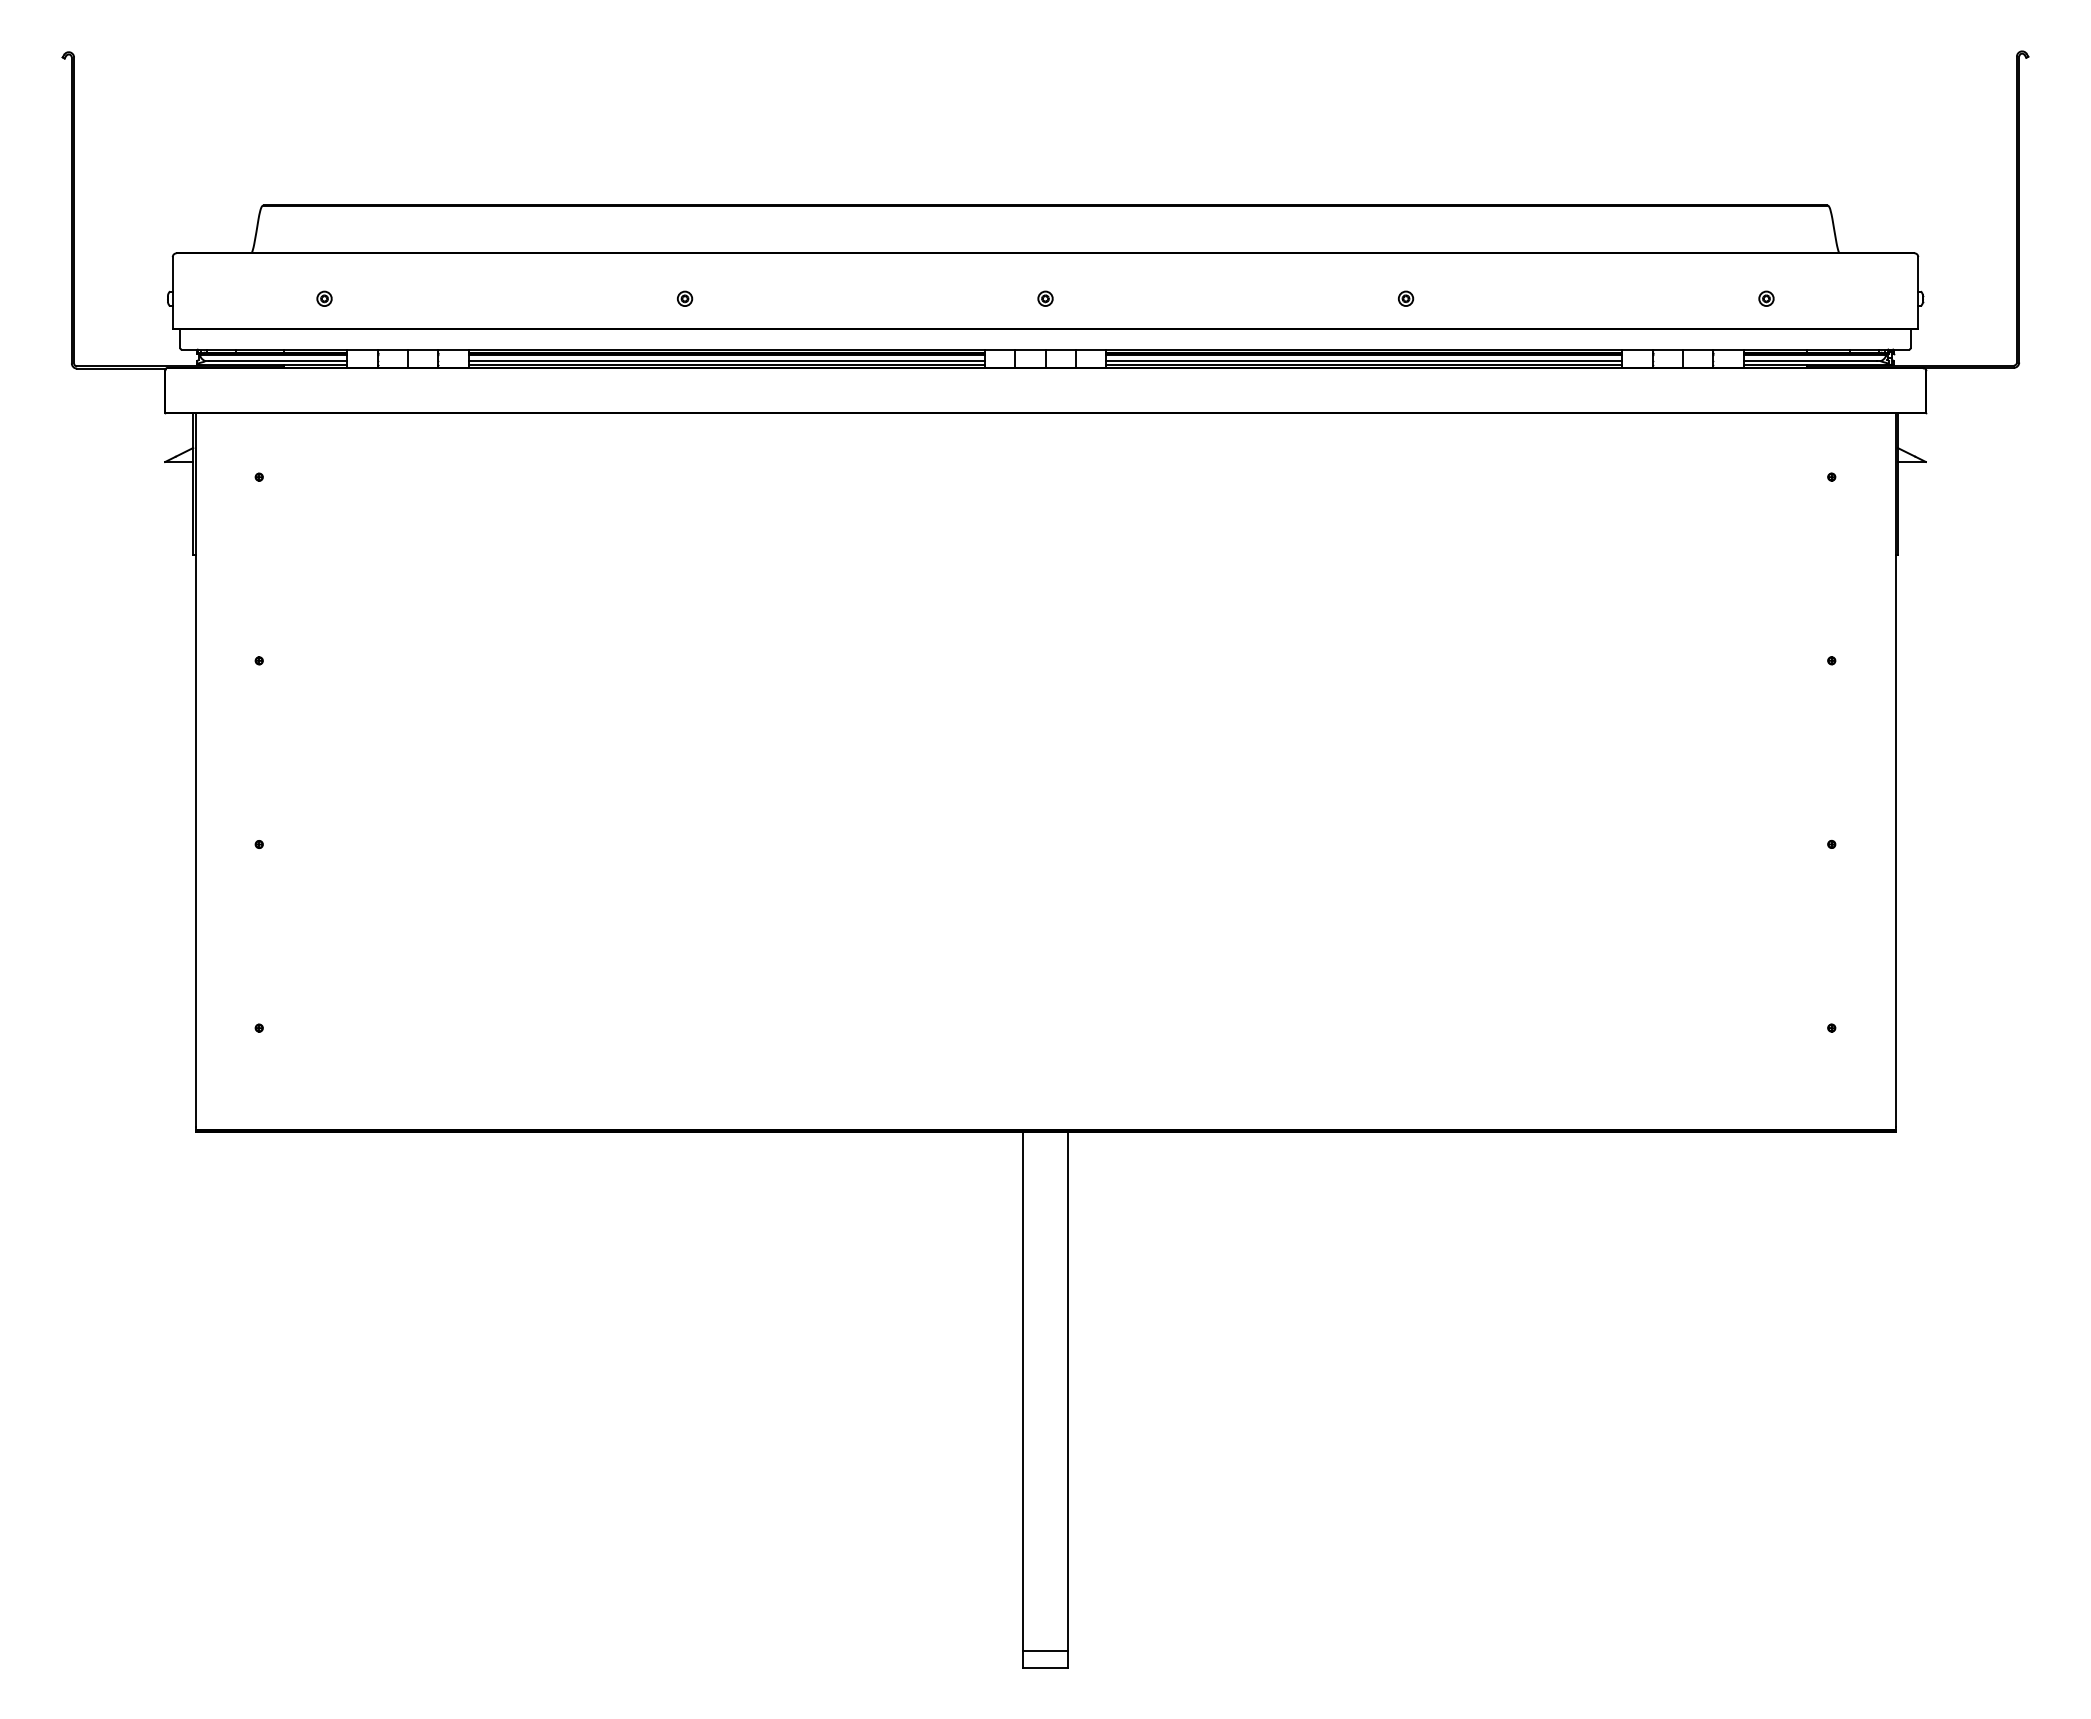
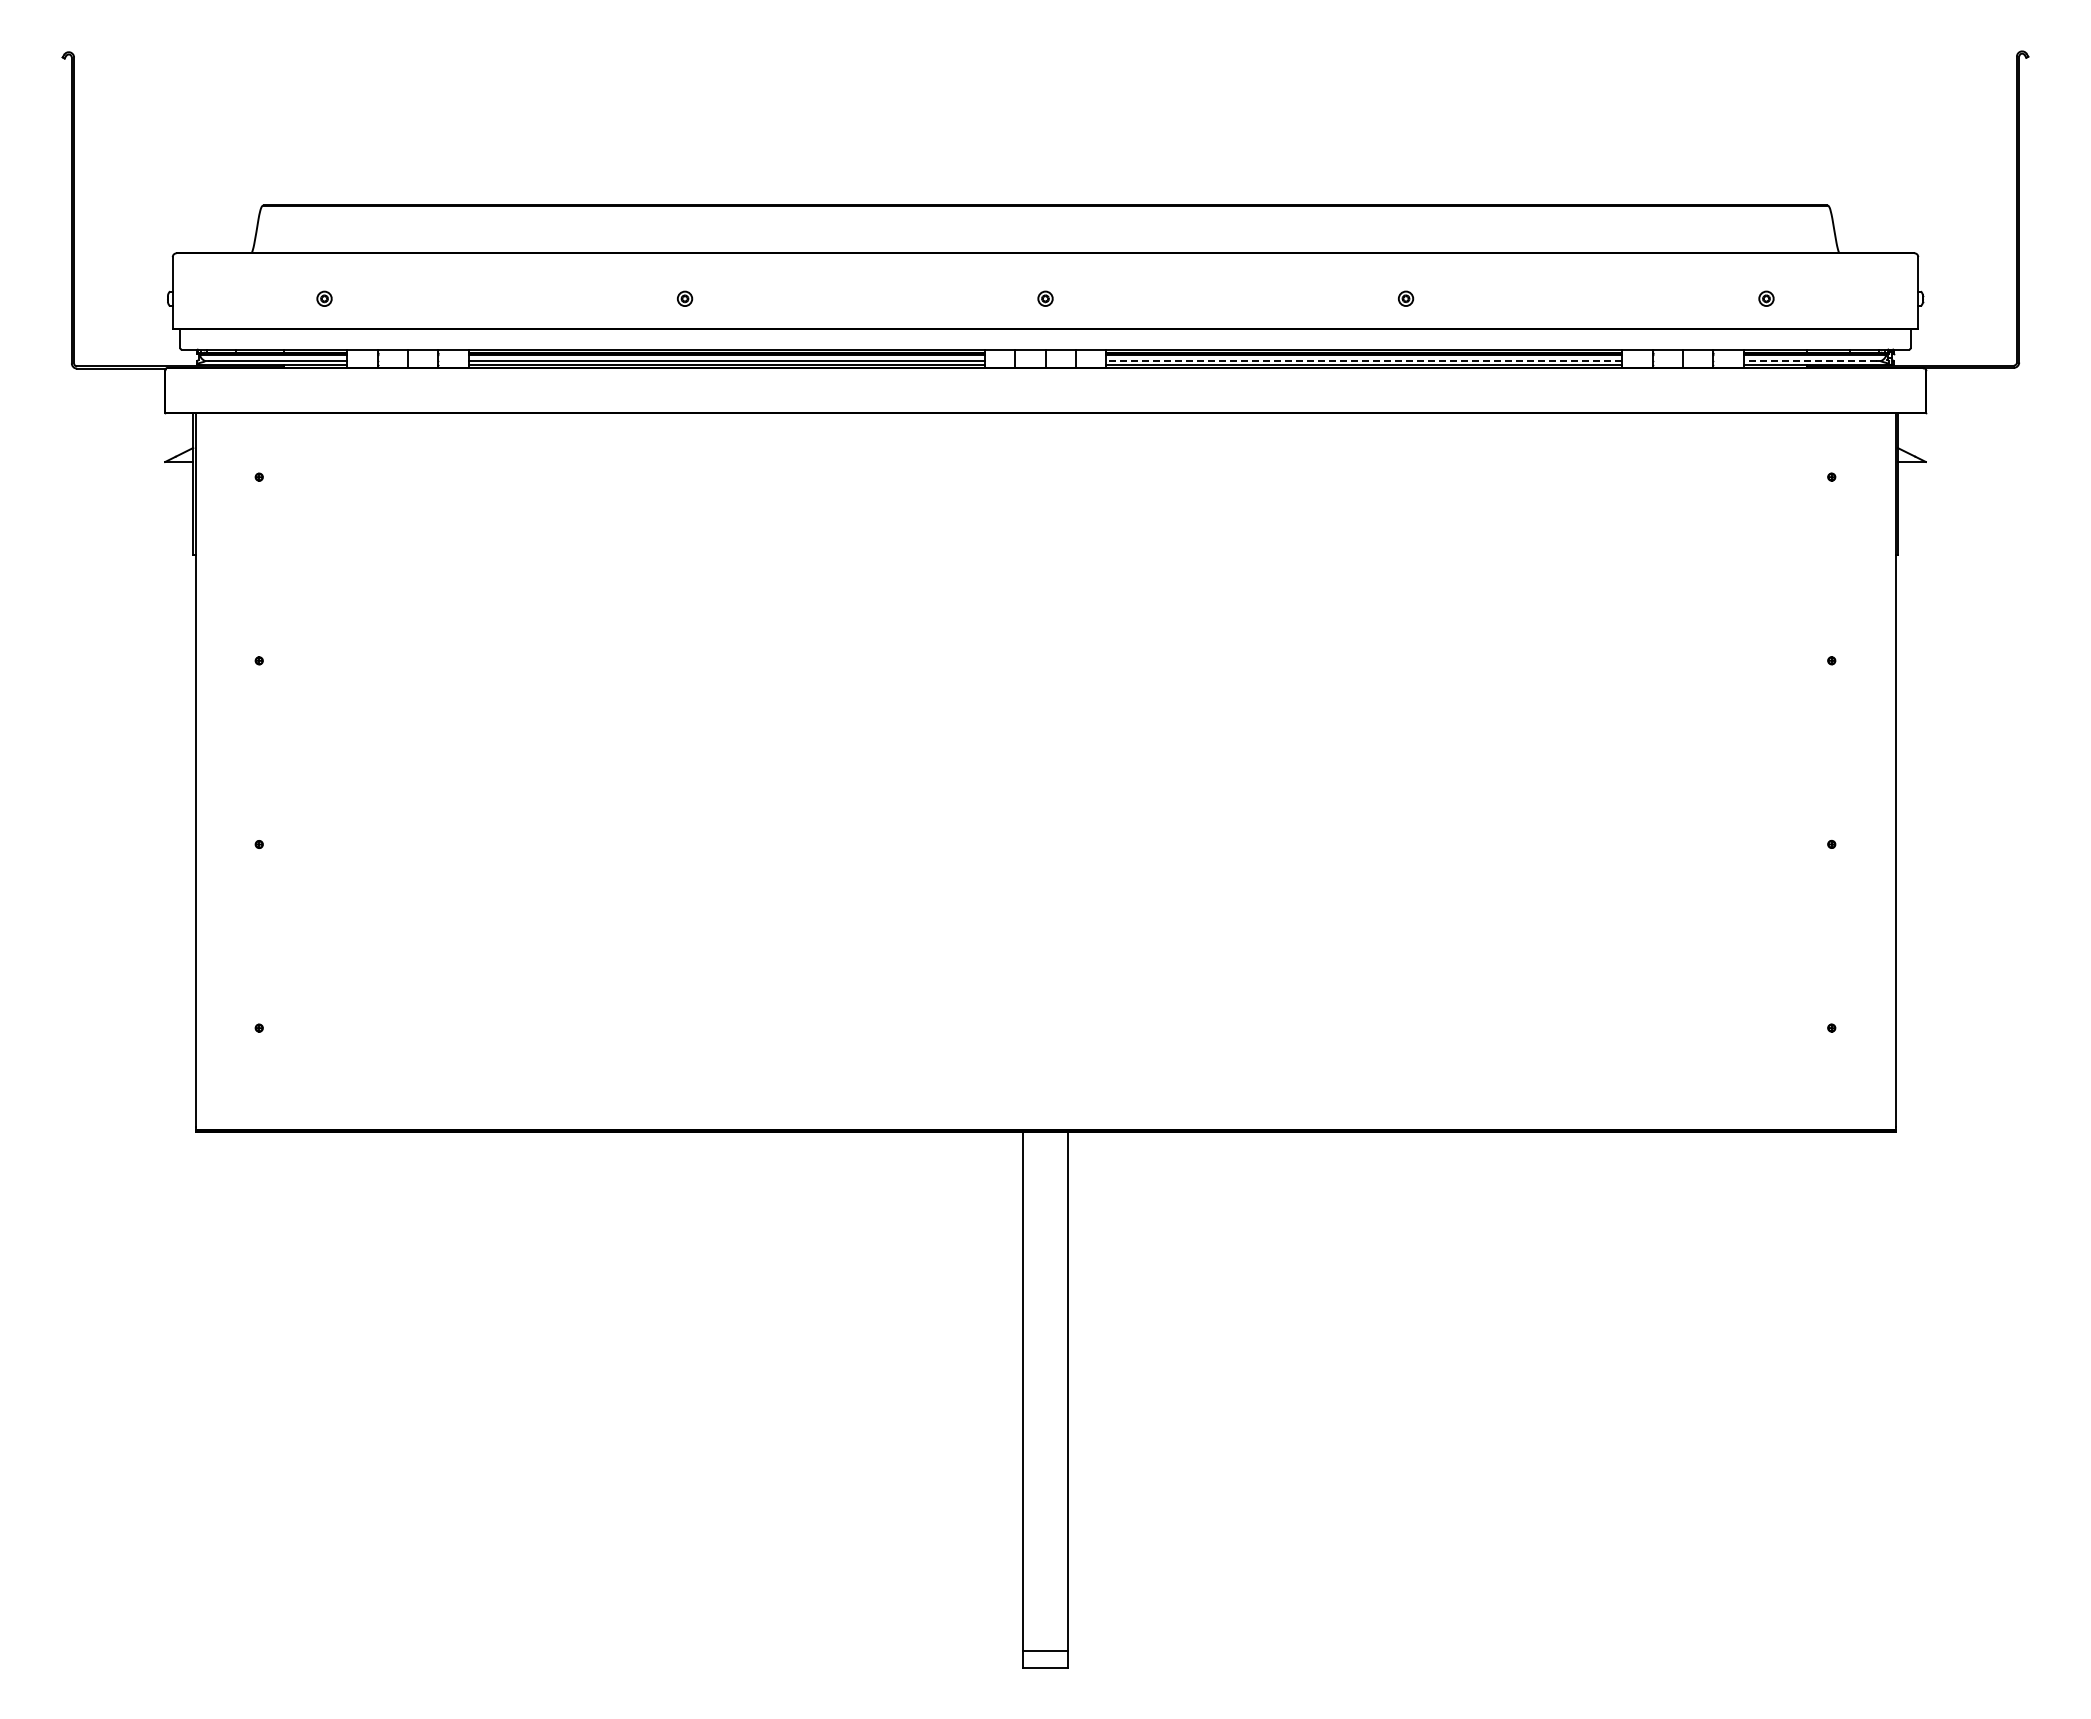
line at (1363, 360): solid -> dashed
line at (1810, 360): solid -> dashed
